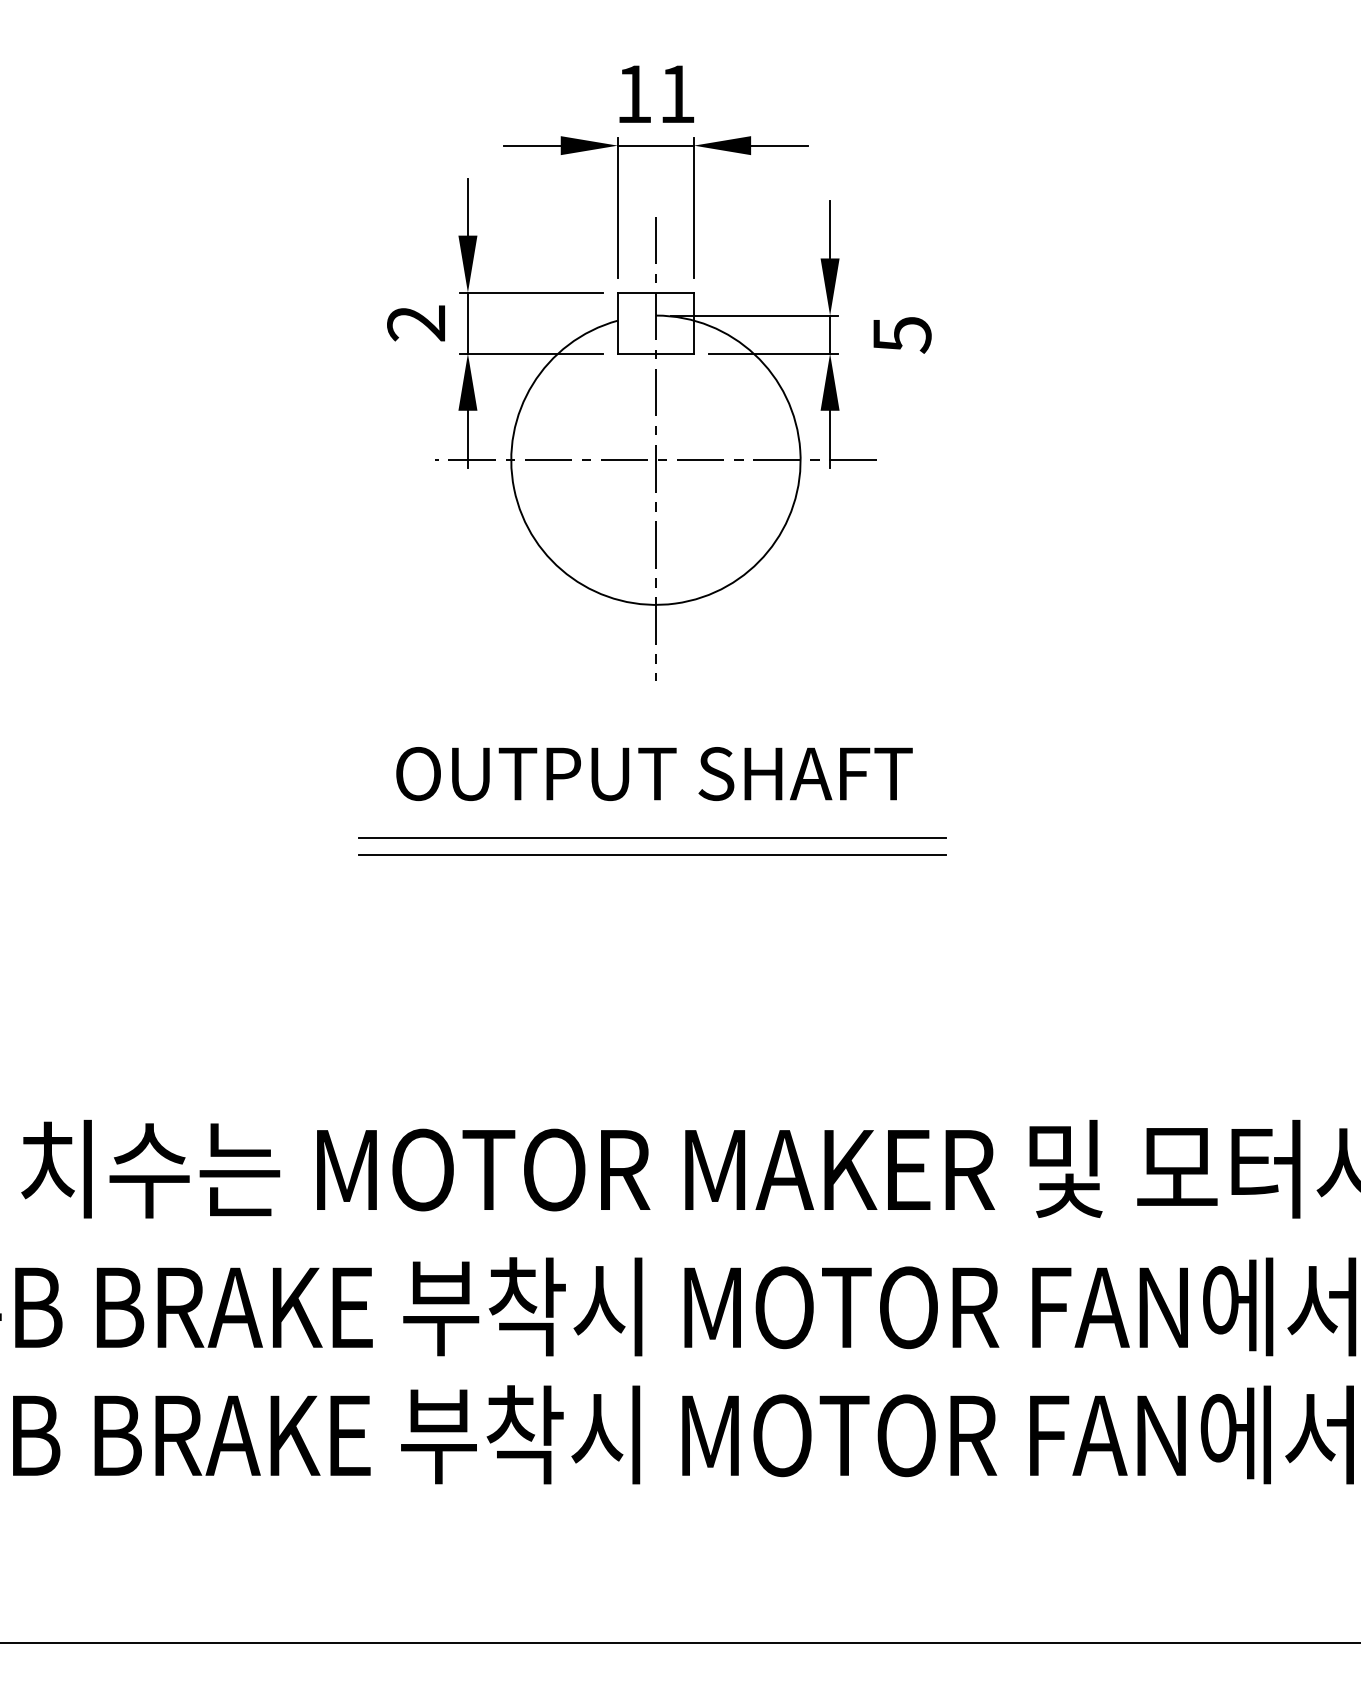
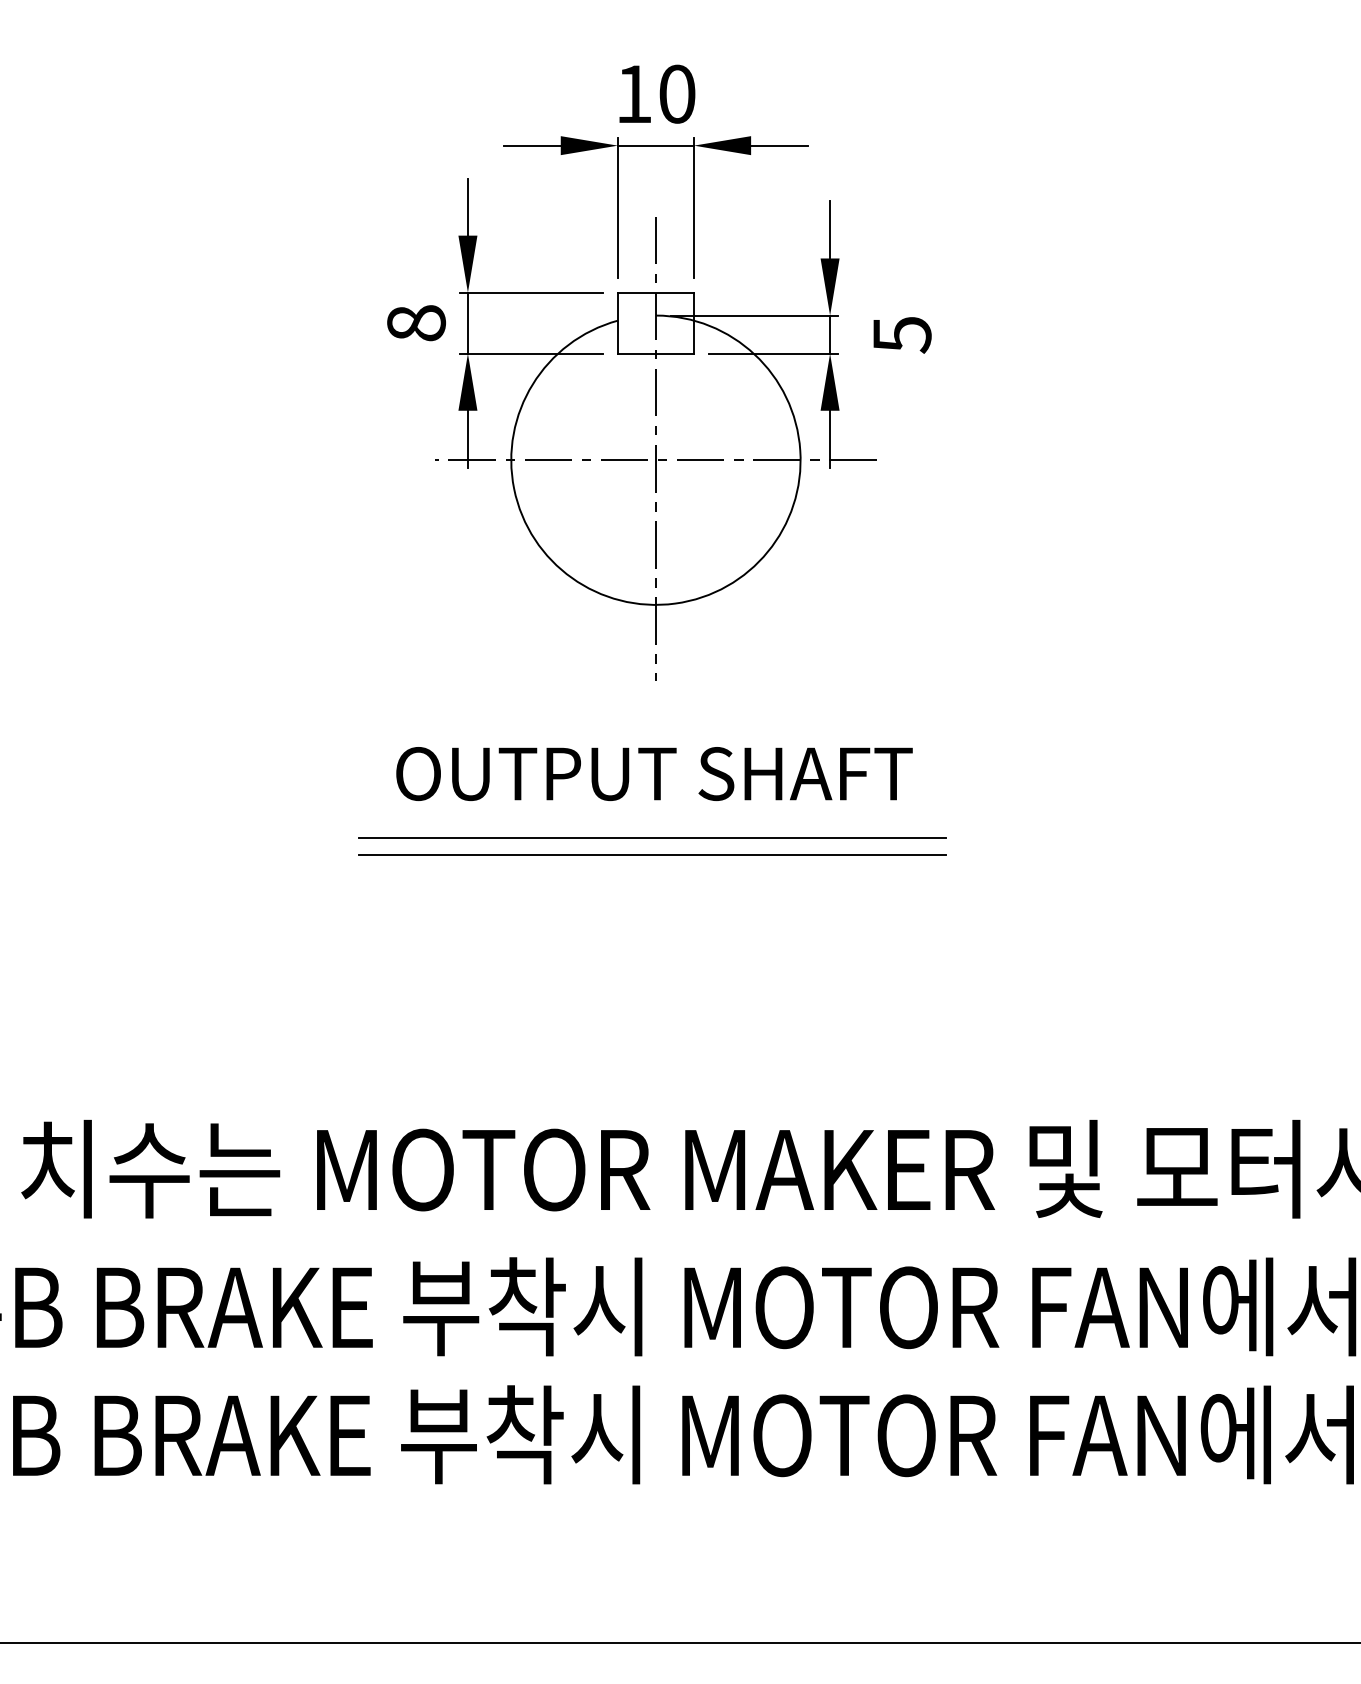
text at (677, 93): 11 -> 10
text at (416, 323): 2 -> 8
